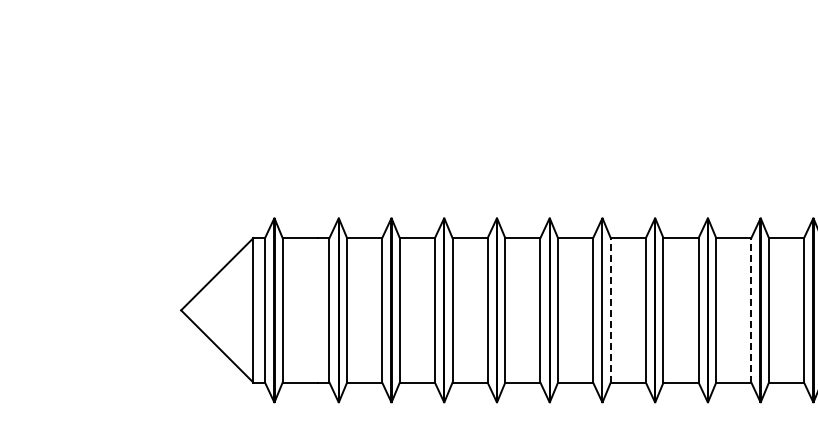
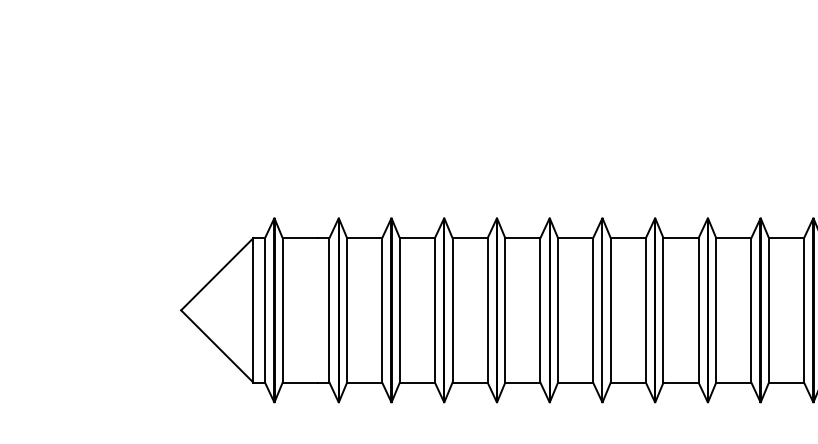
line at (610, 309): dashed -> solid
line at (751, 309): dashed -> solid
